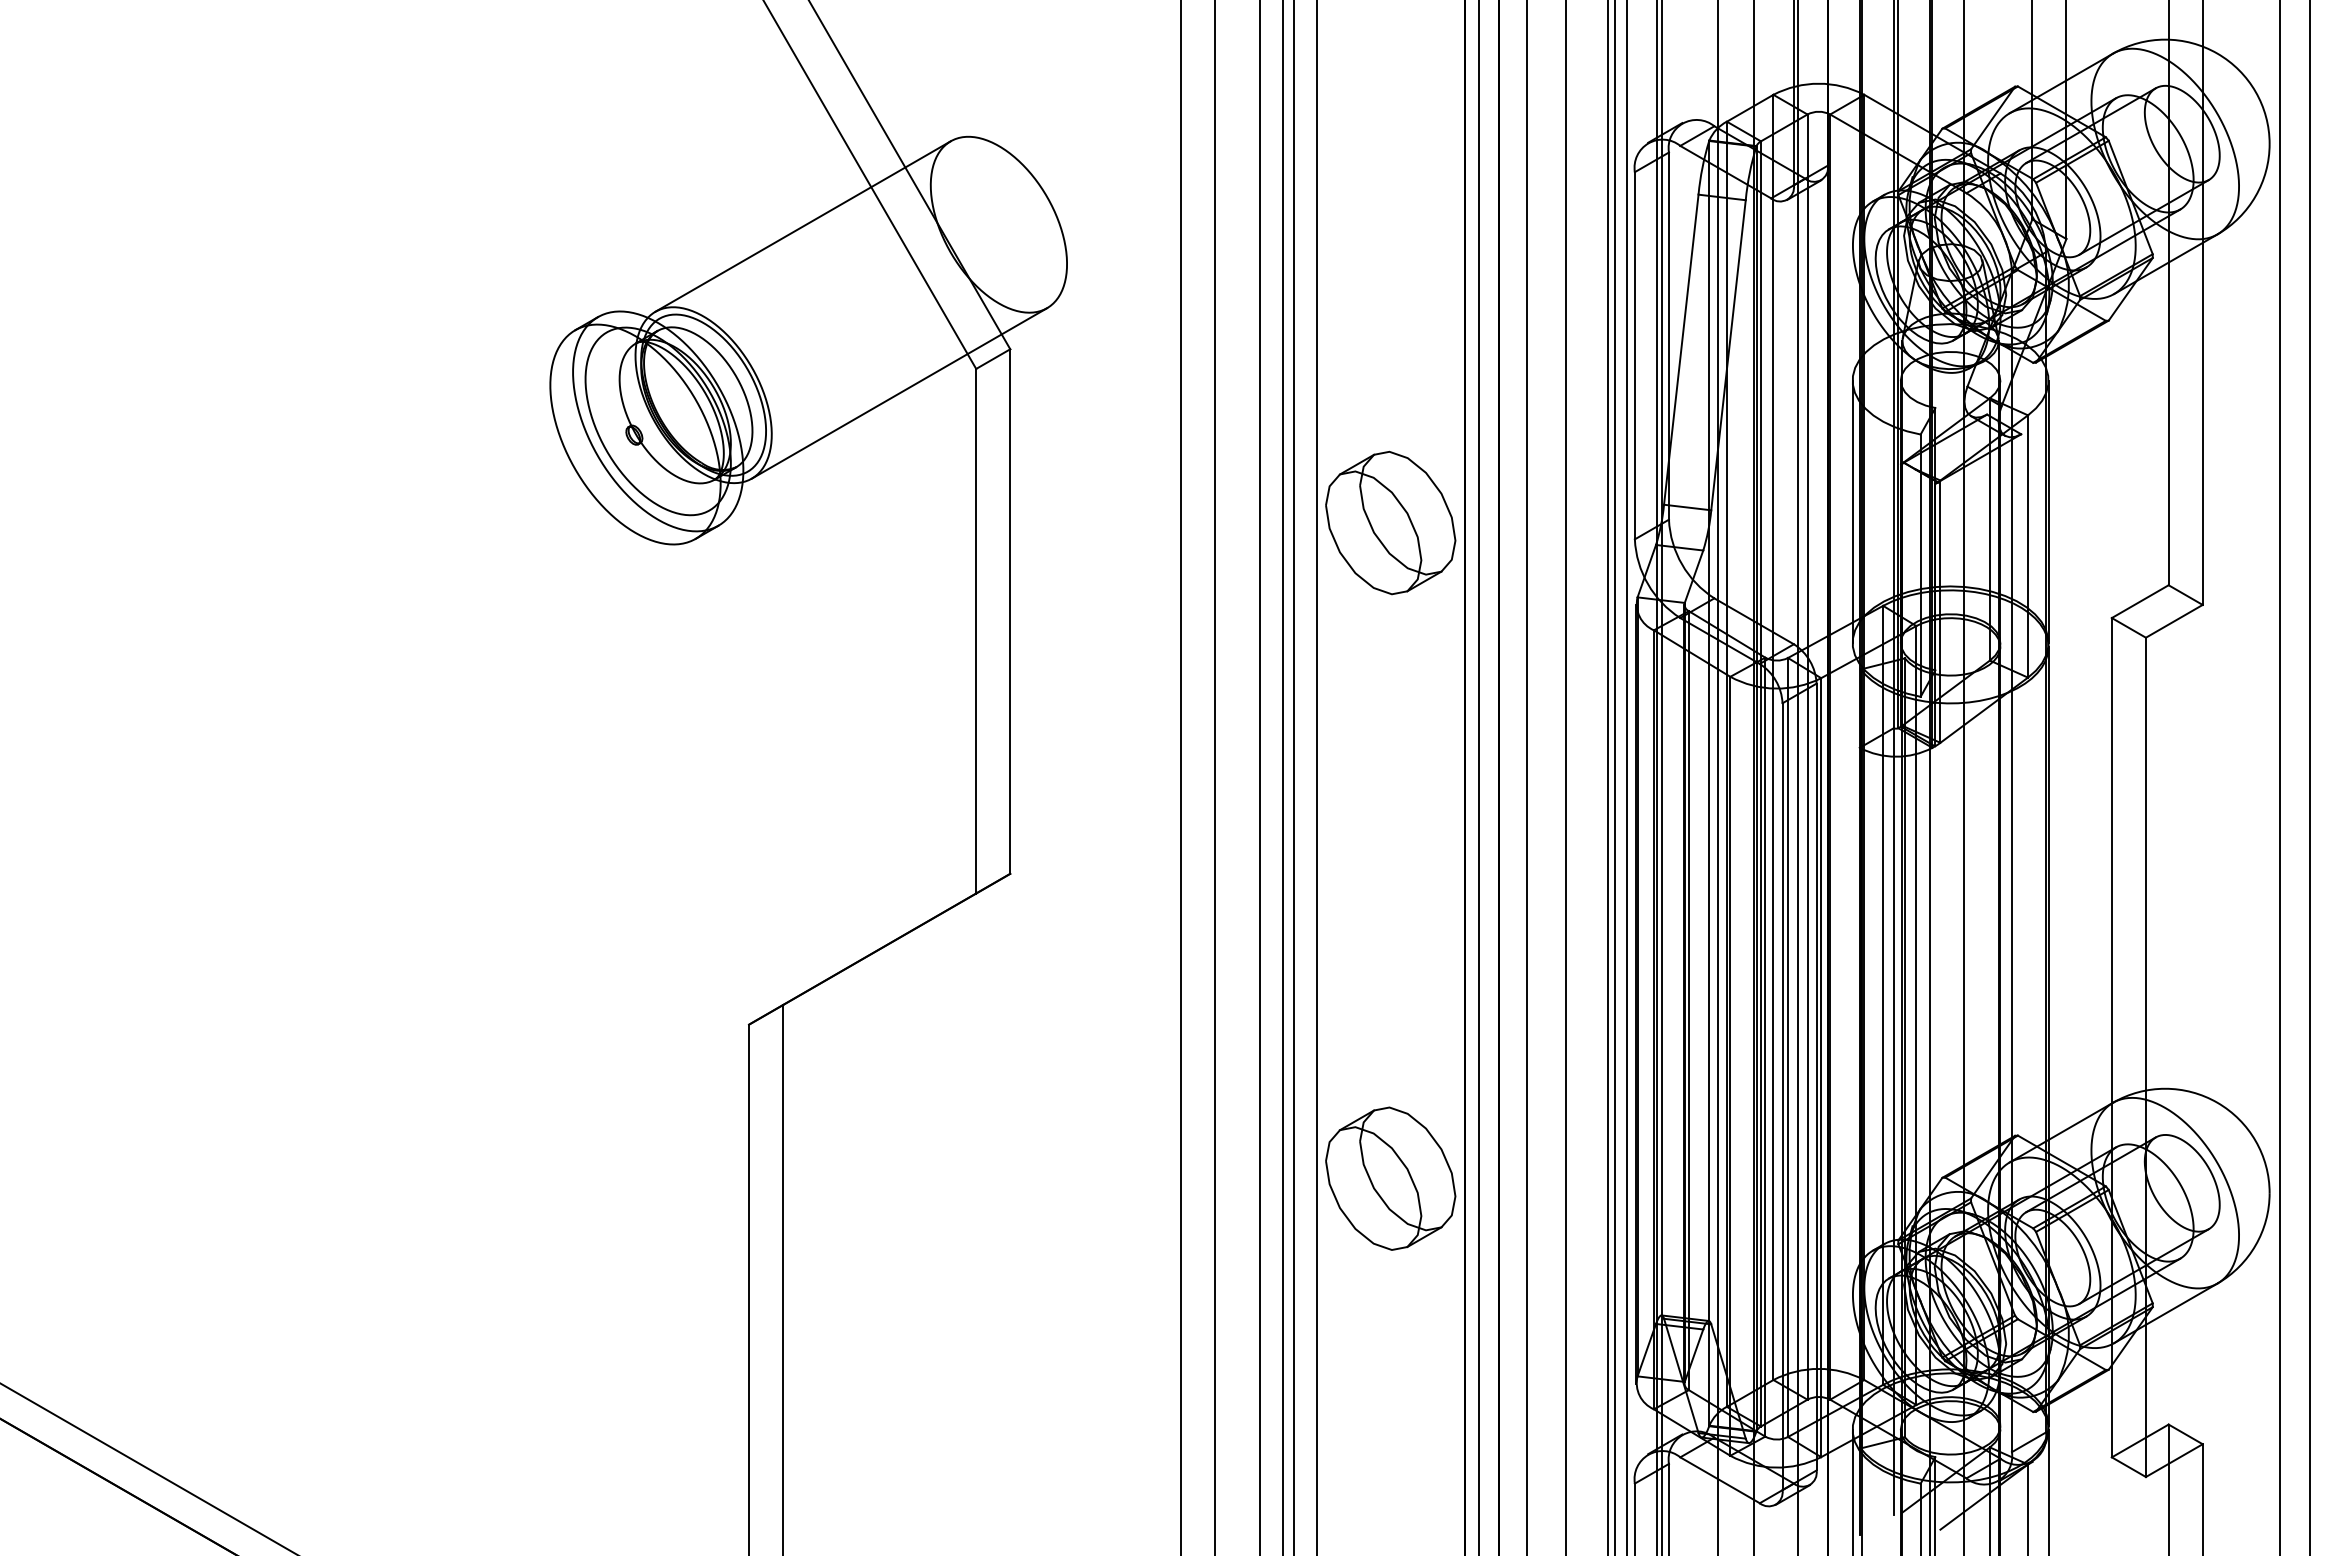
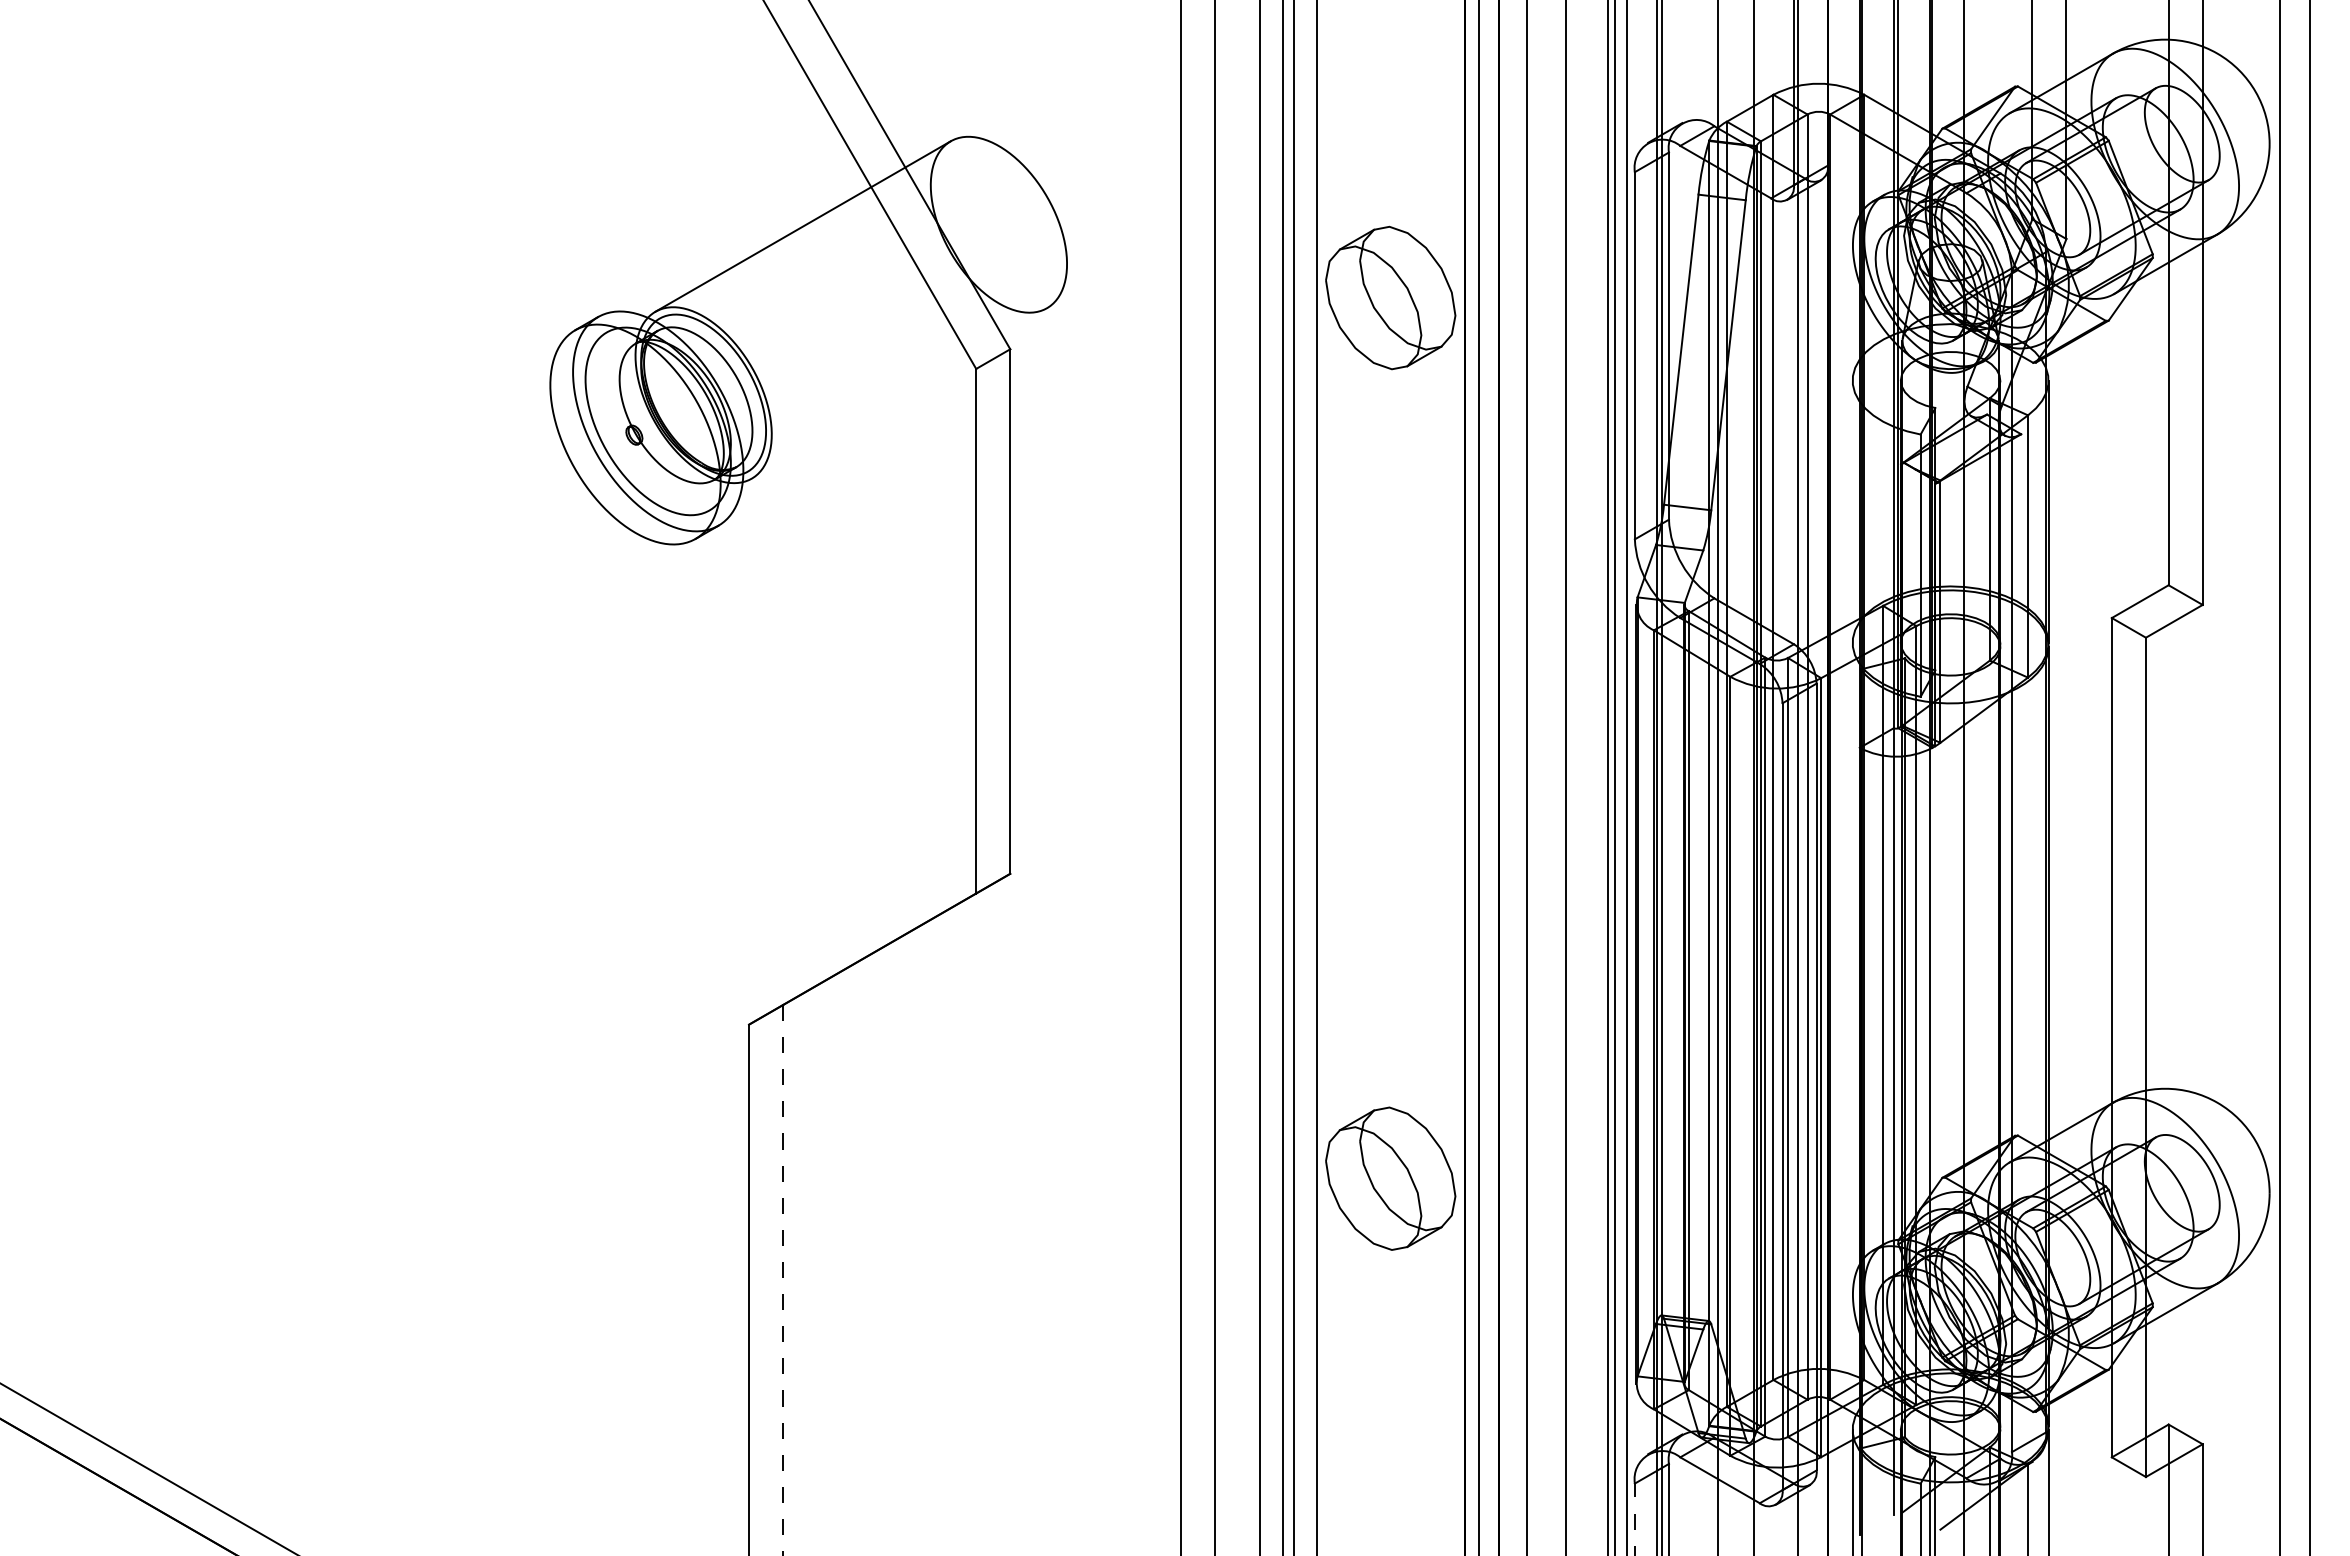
line at (899, 393): present -> none
line at (1852, 511): present -> none
part at (1390, 522) position: (1390, 522) -> (1390, 297)
line at (783, 1280): solid -> dashed
line at (1634, 1519): solid -> dashed
